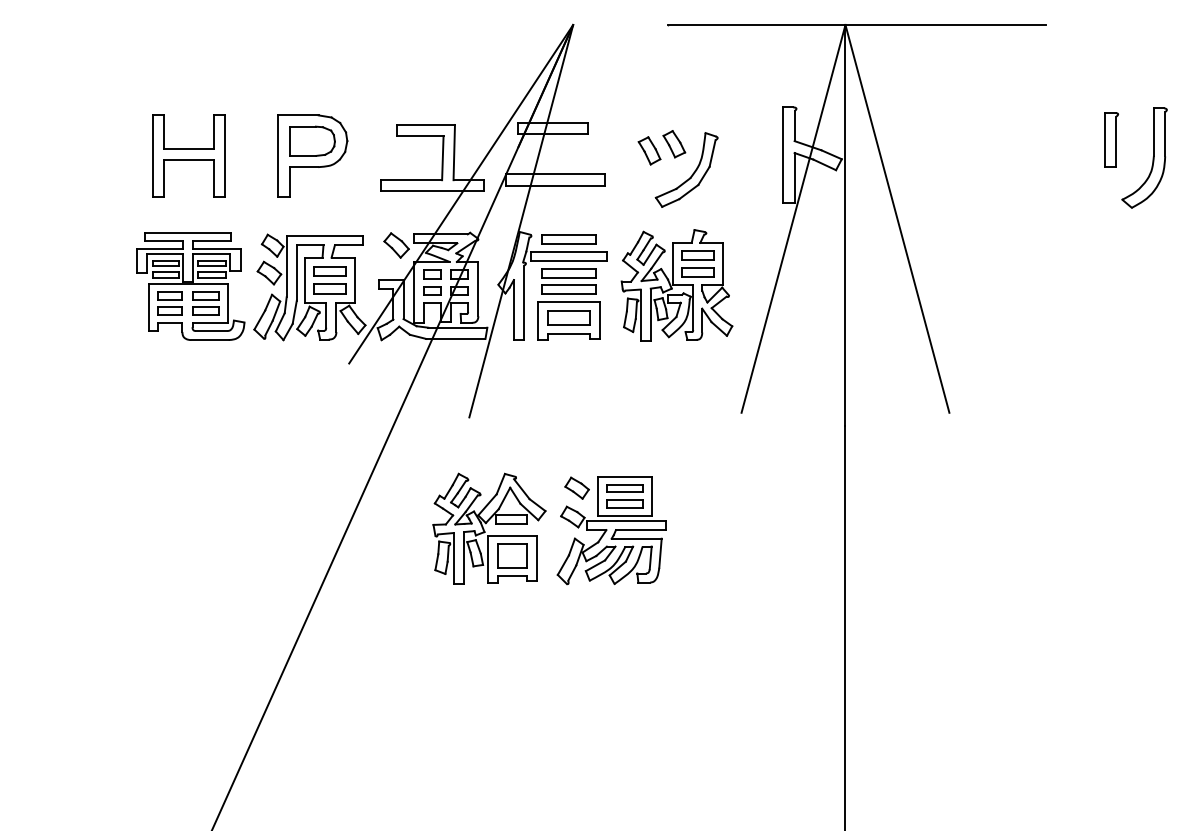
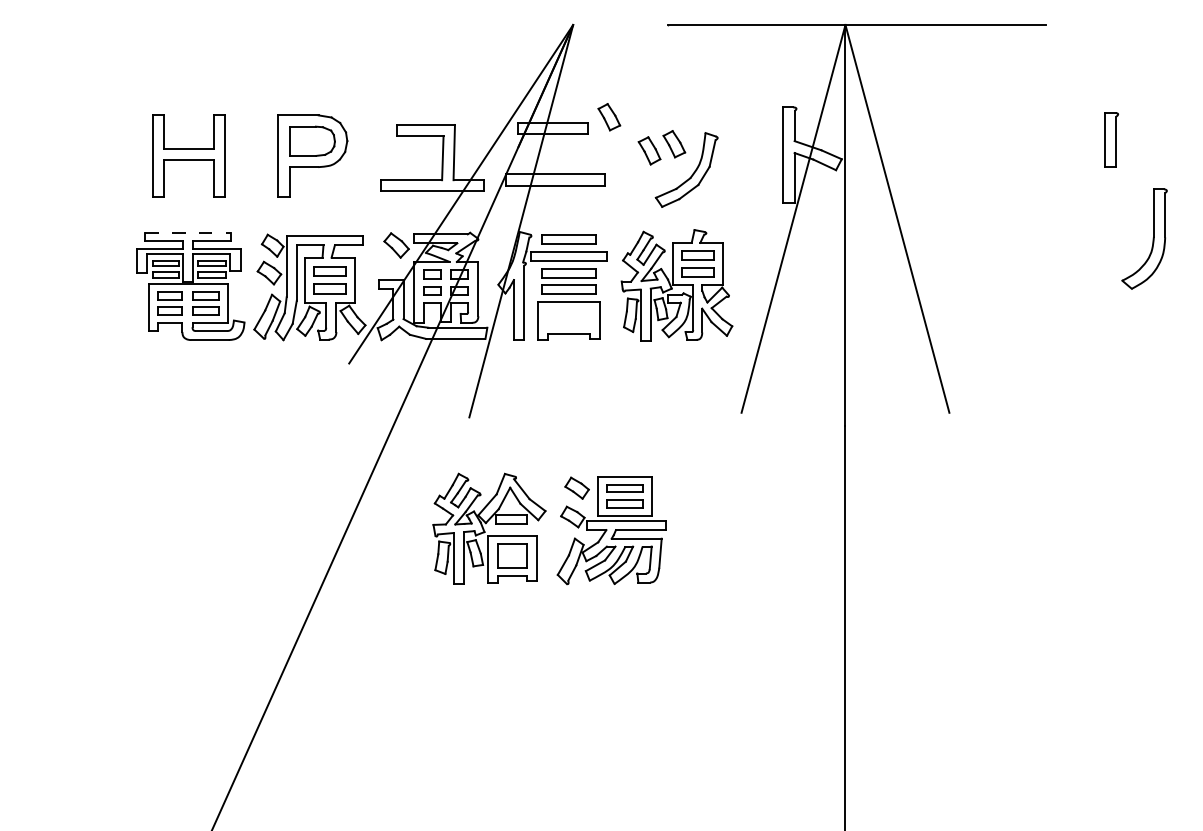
part at (609, 117): none -> present
part at (1152, 157) position: (1152, 157) -> (1152, 238)
line at (188, 233): solid -> dashed
part at (568, 317): present -> none
